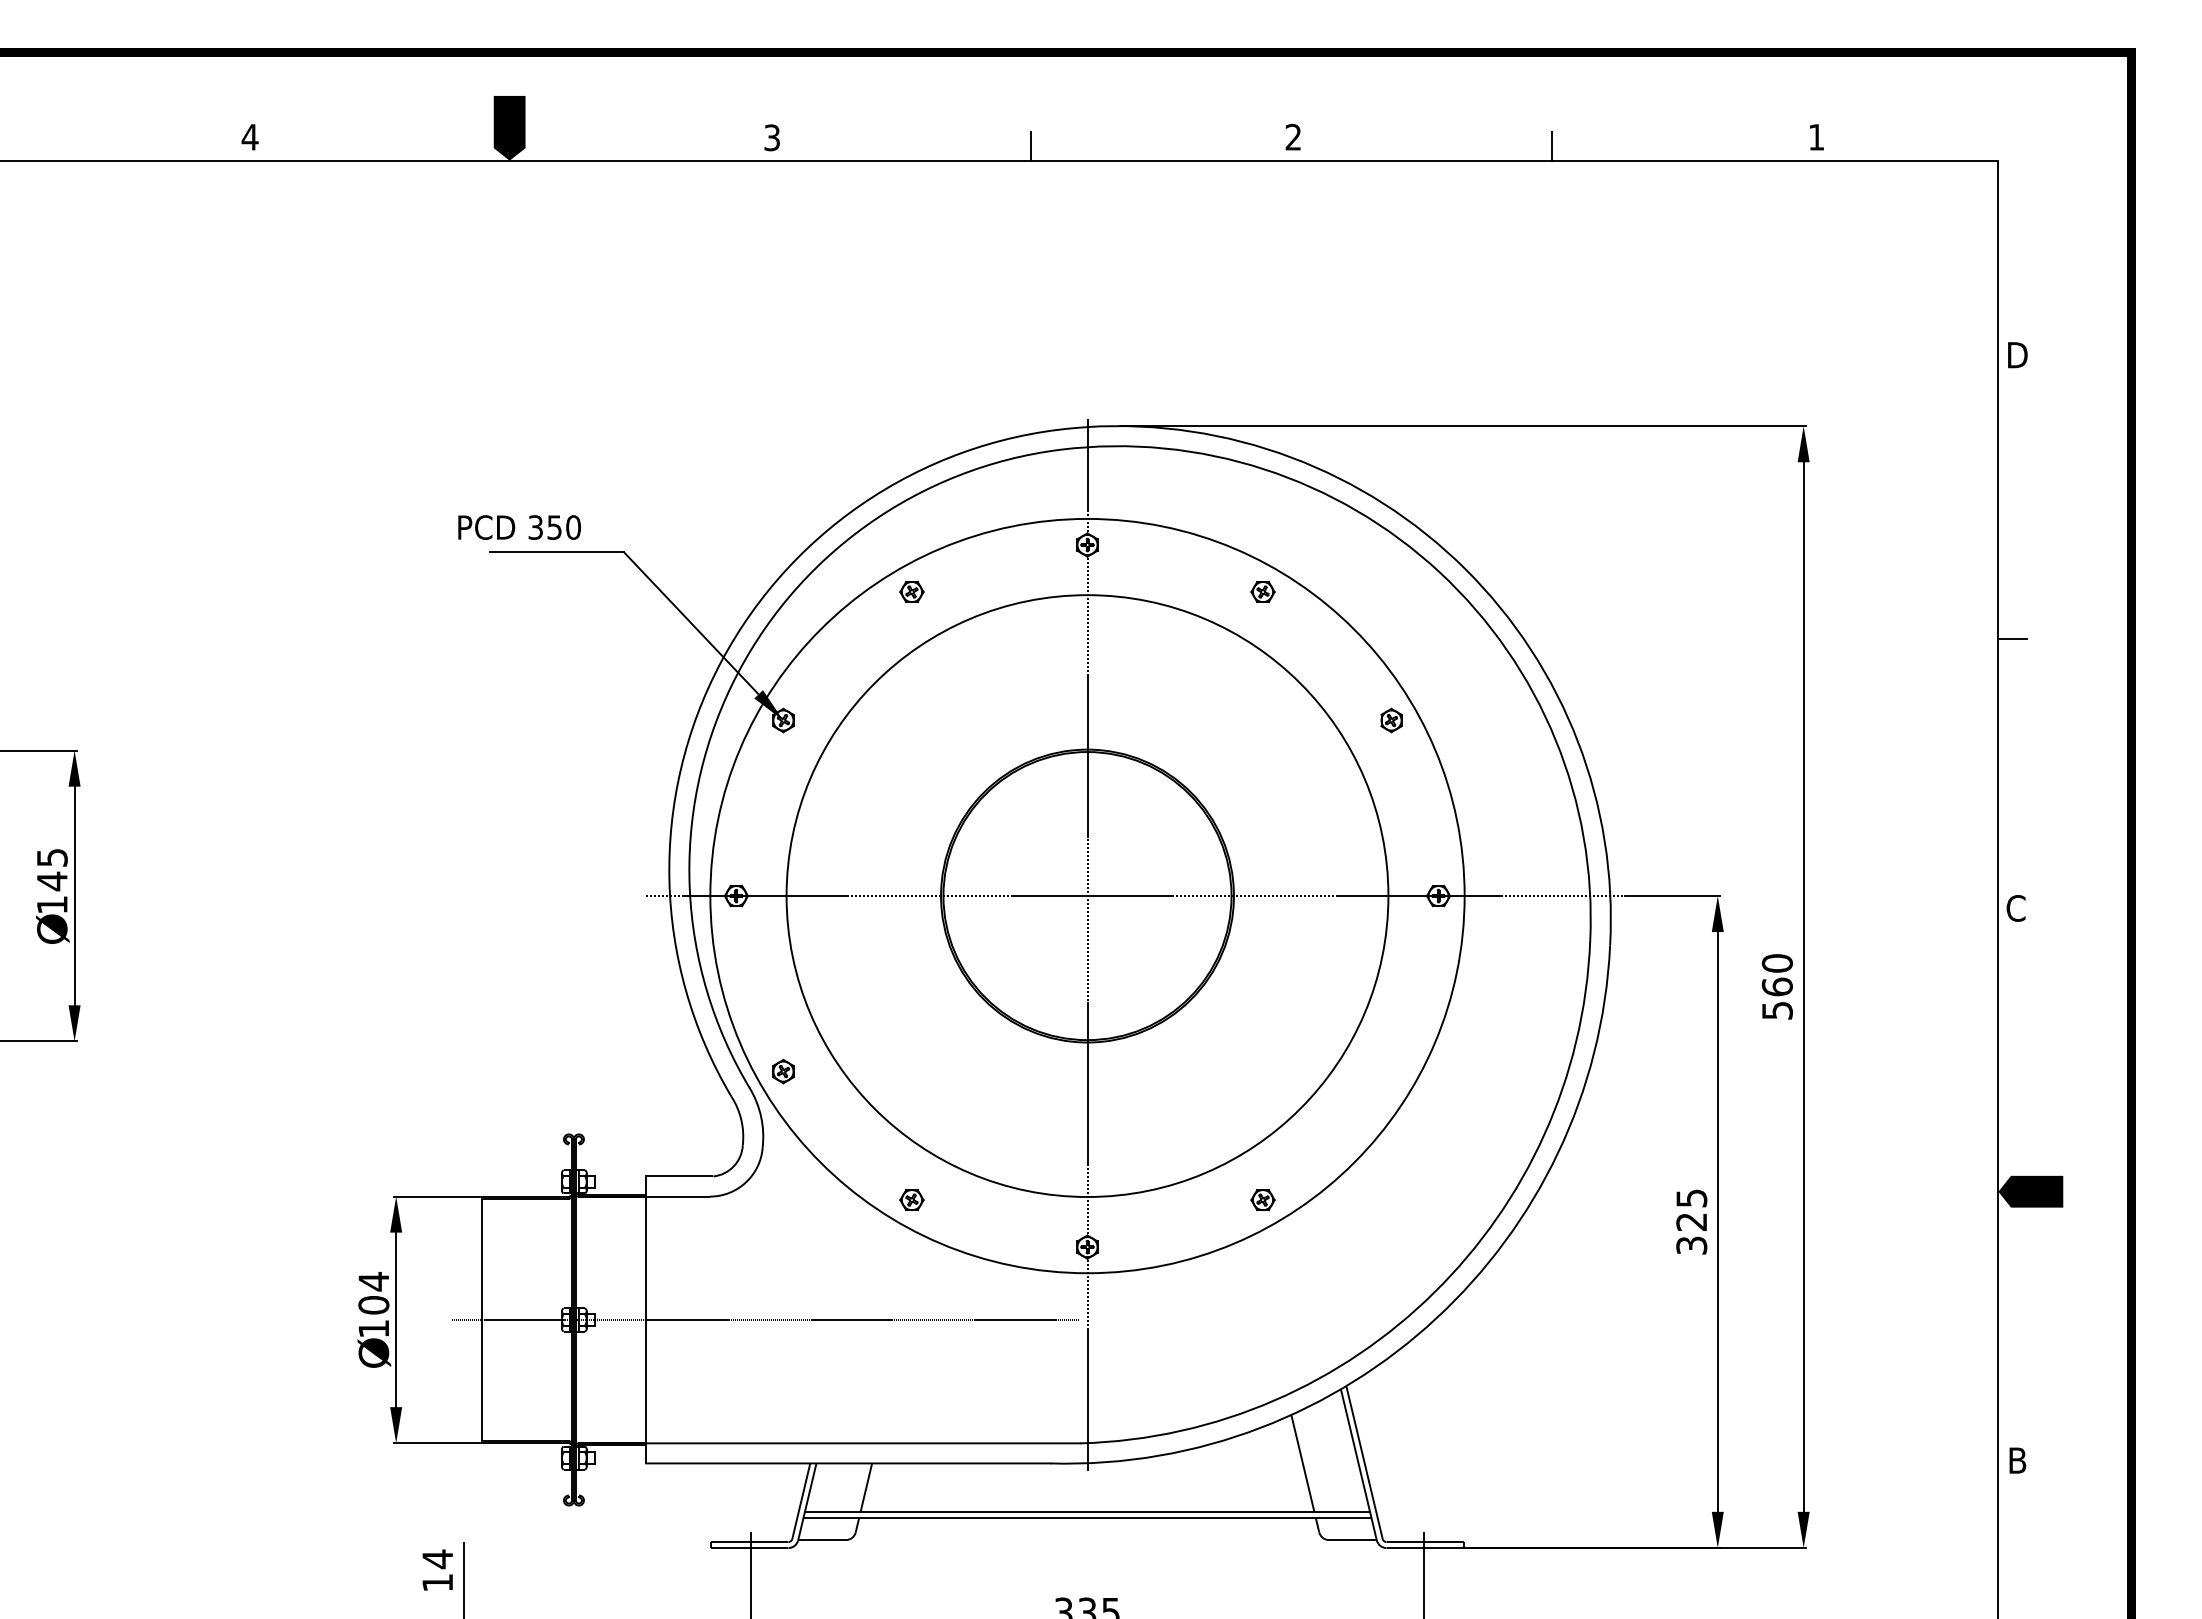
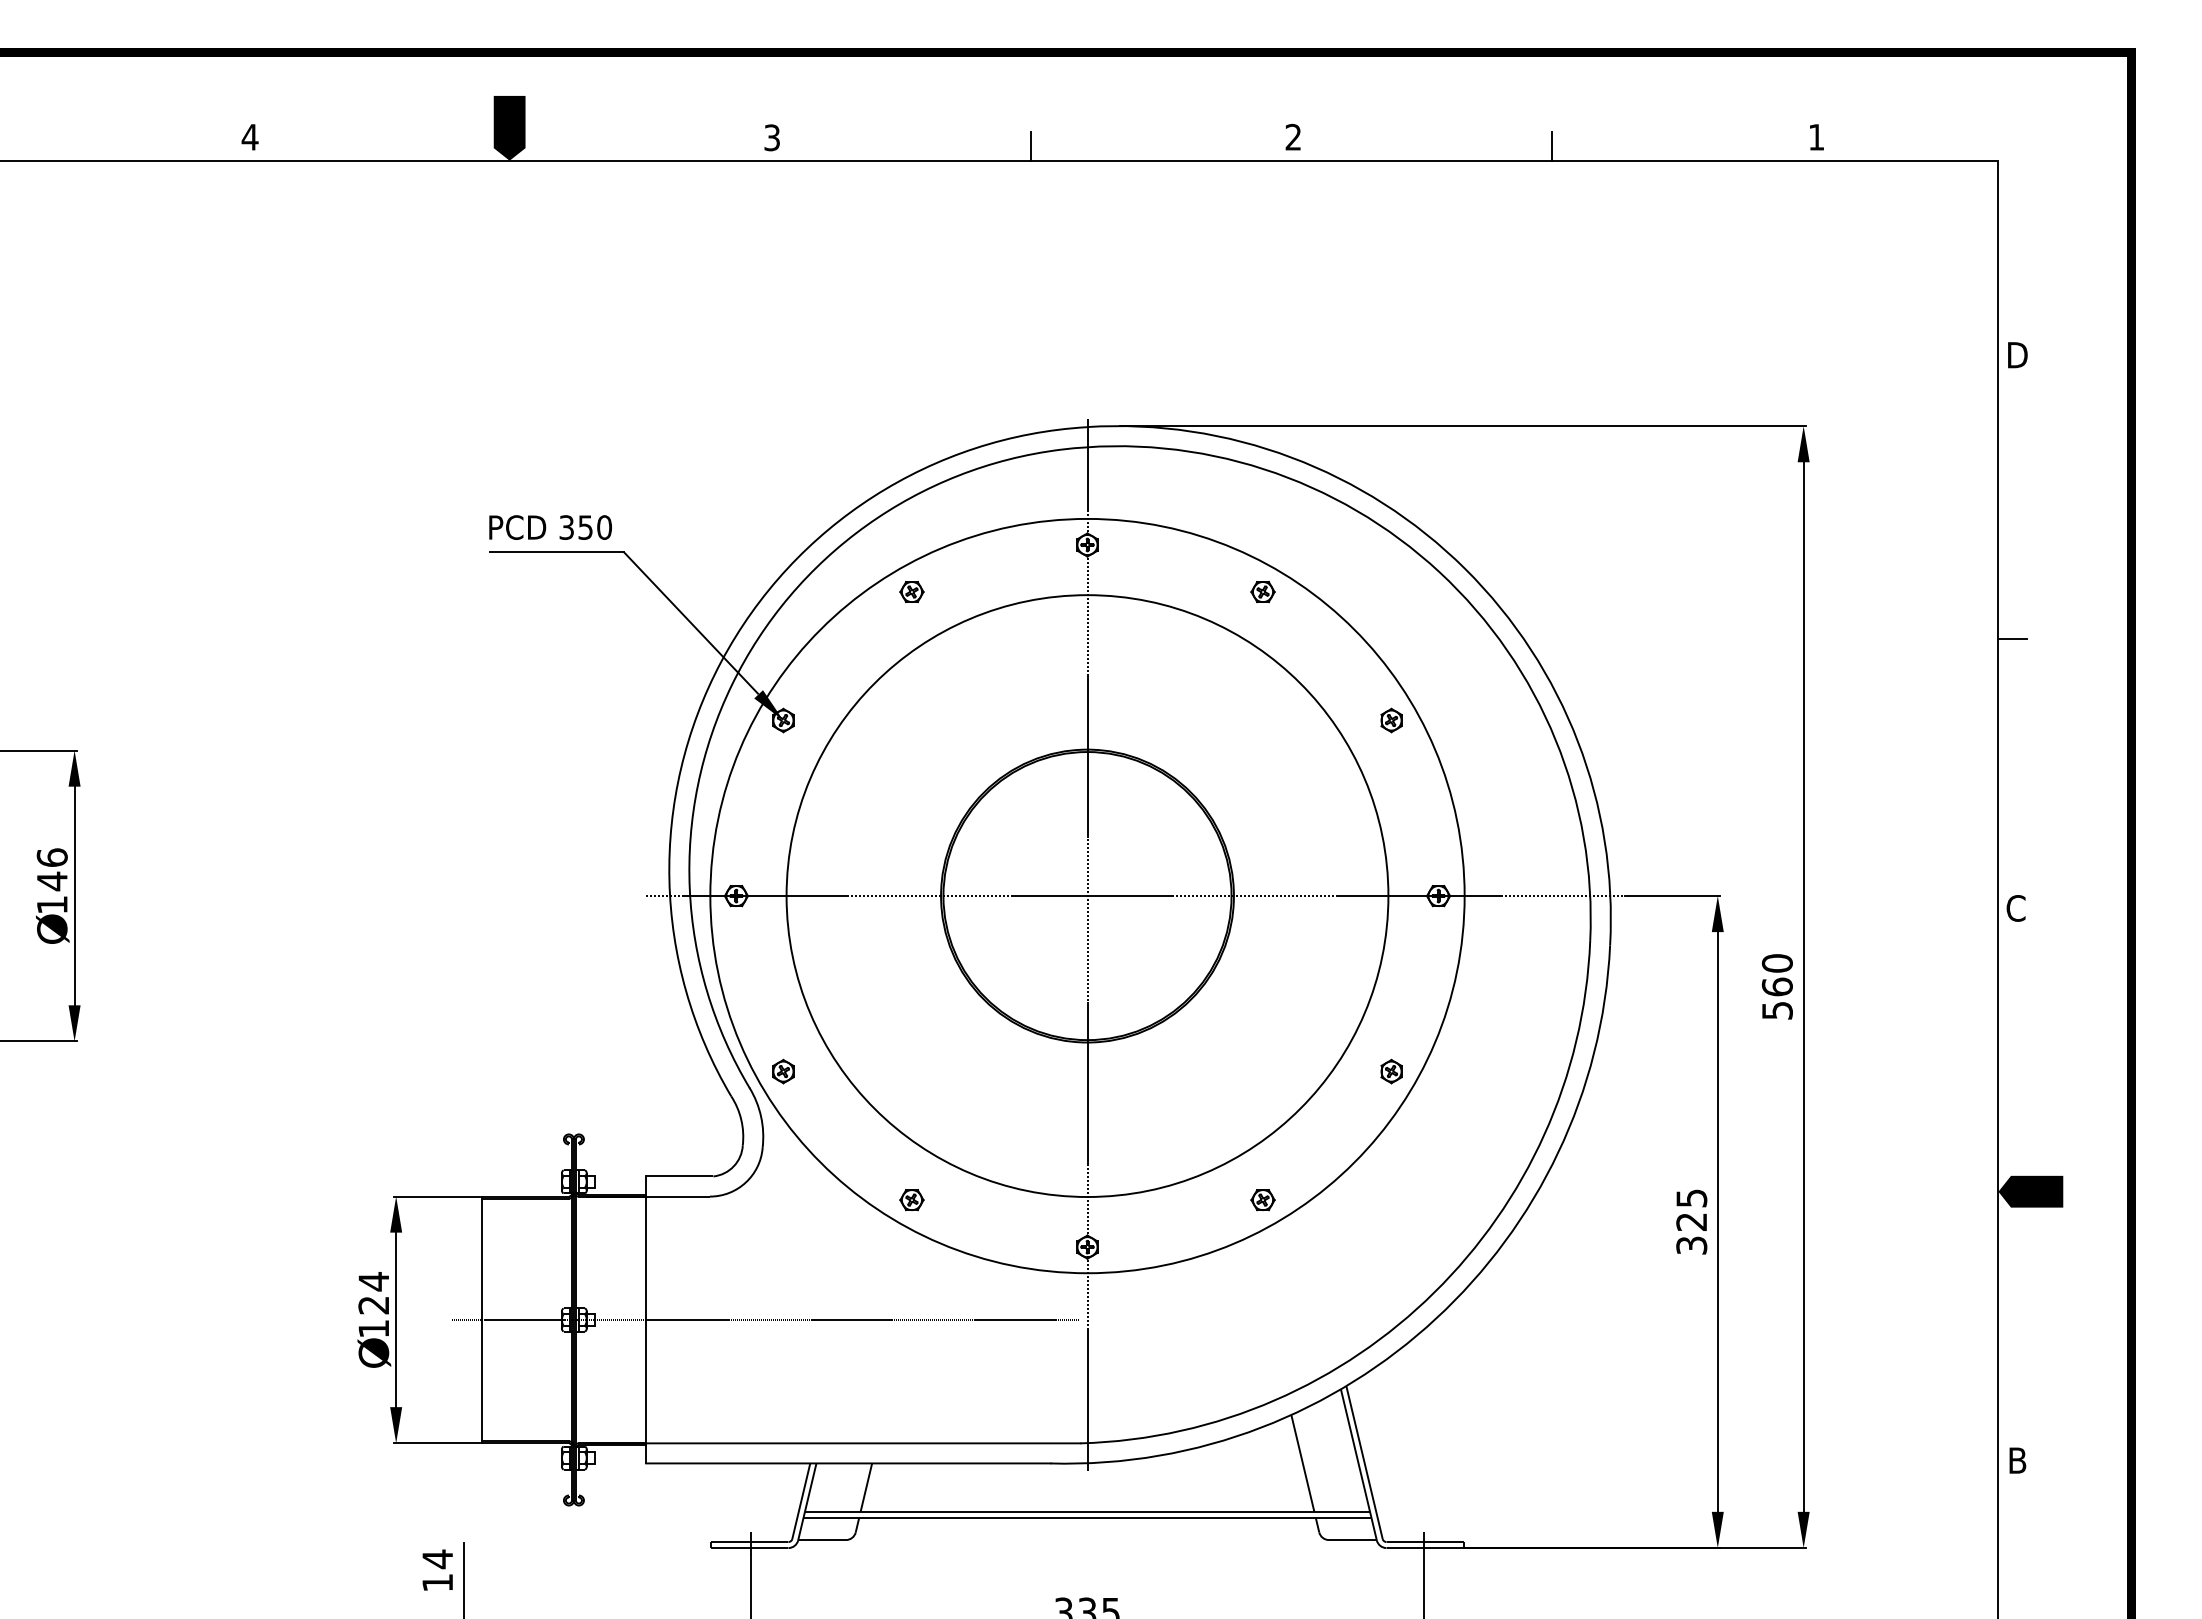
text at (519, 527) position: (519, 527) -> (550, 527)
text at (51, 857): 145 -> 146
part at (1391, 1071): none -> present
text at (373, 1305): 104 -> 124
